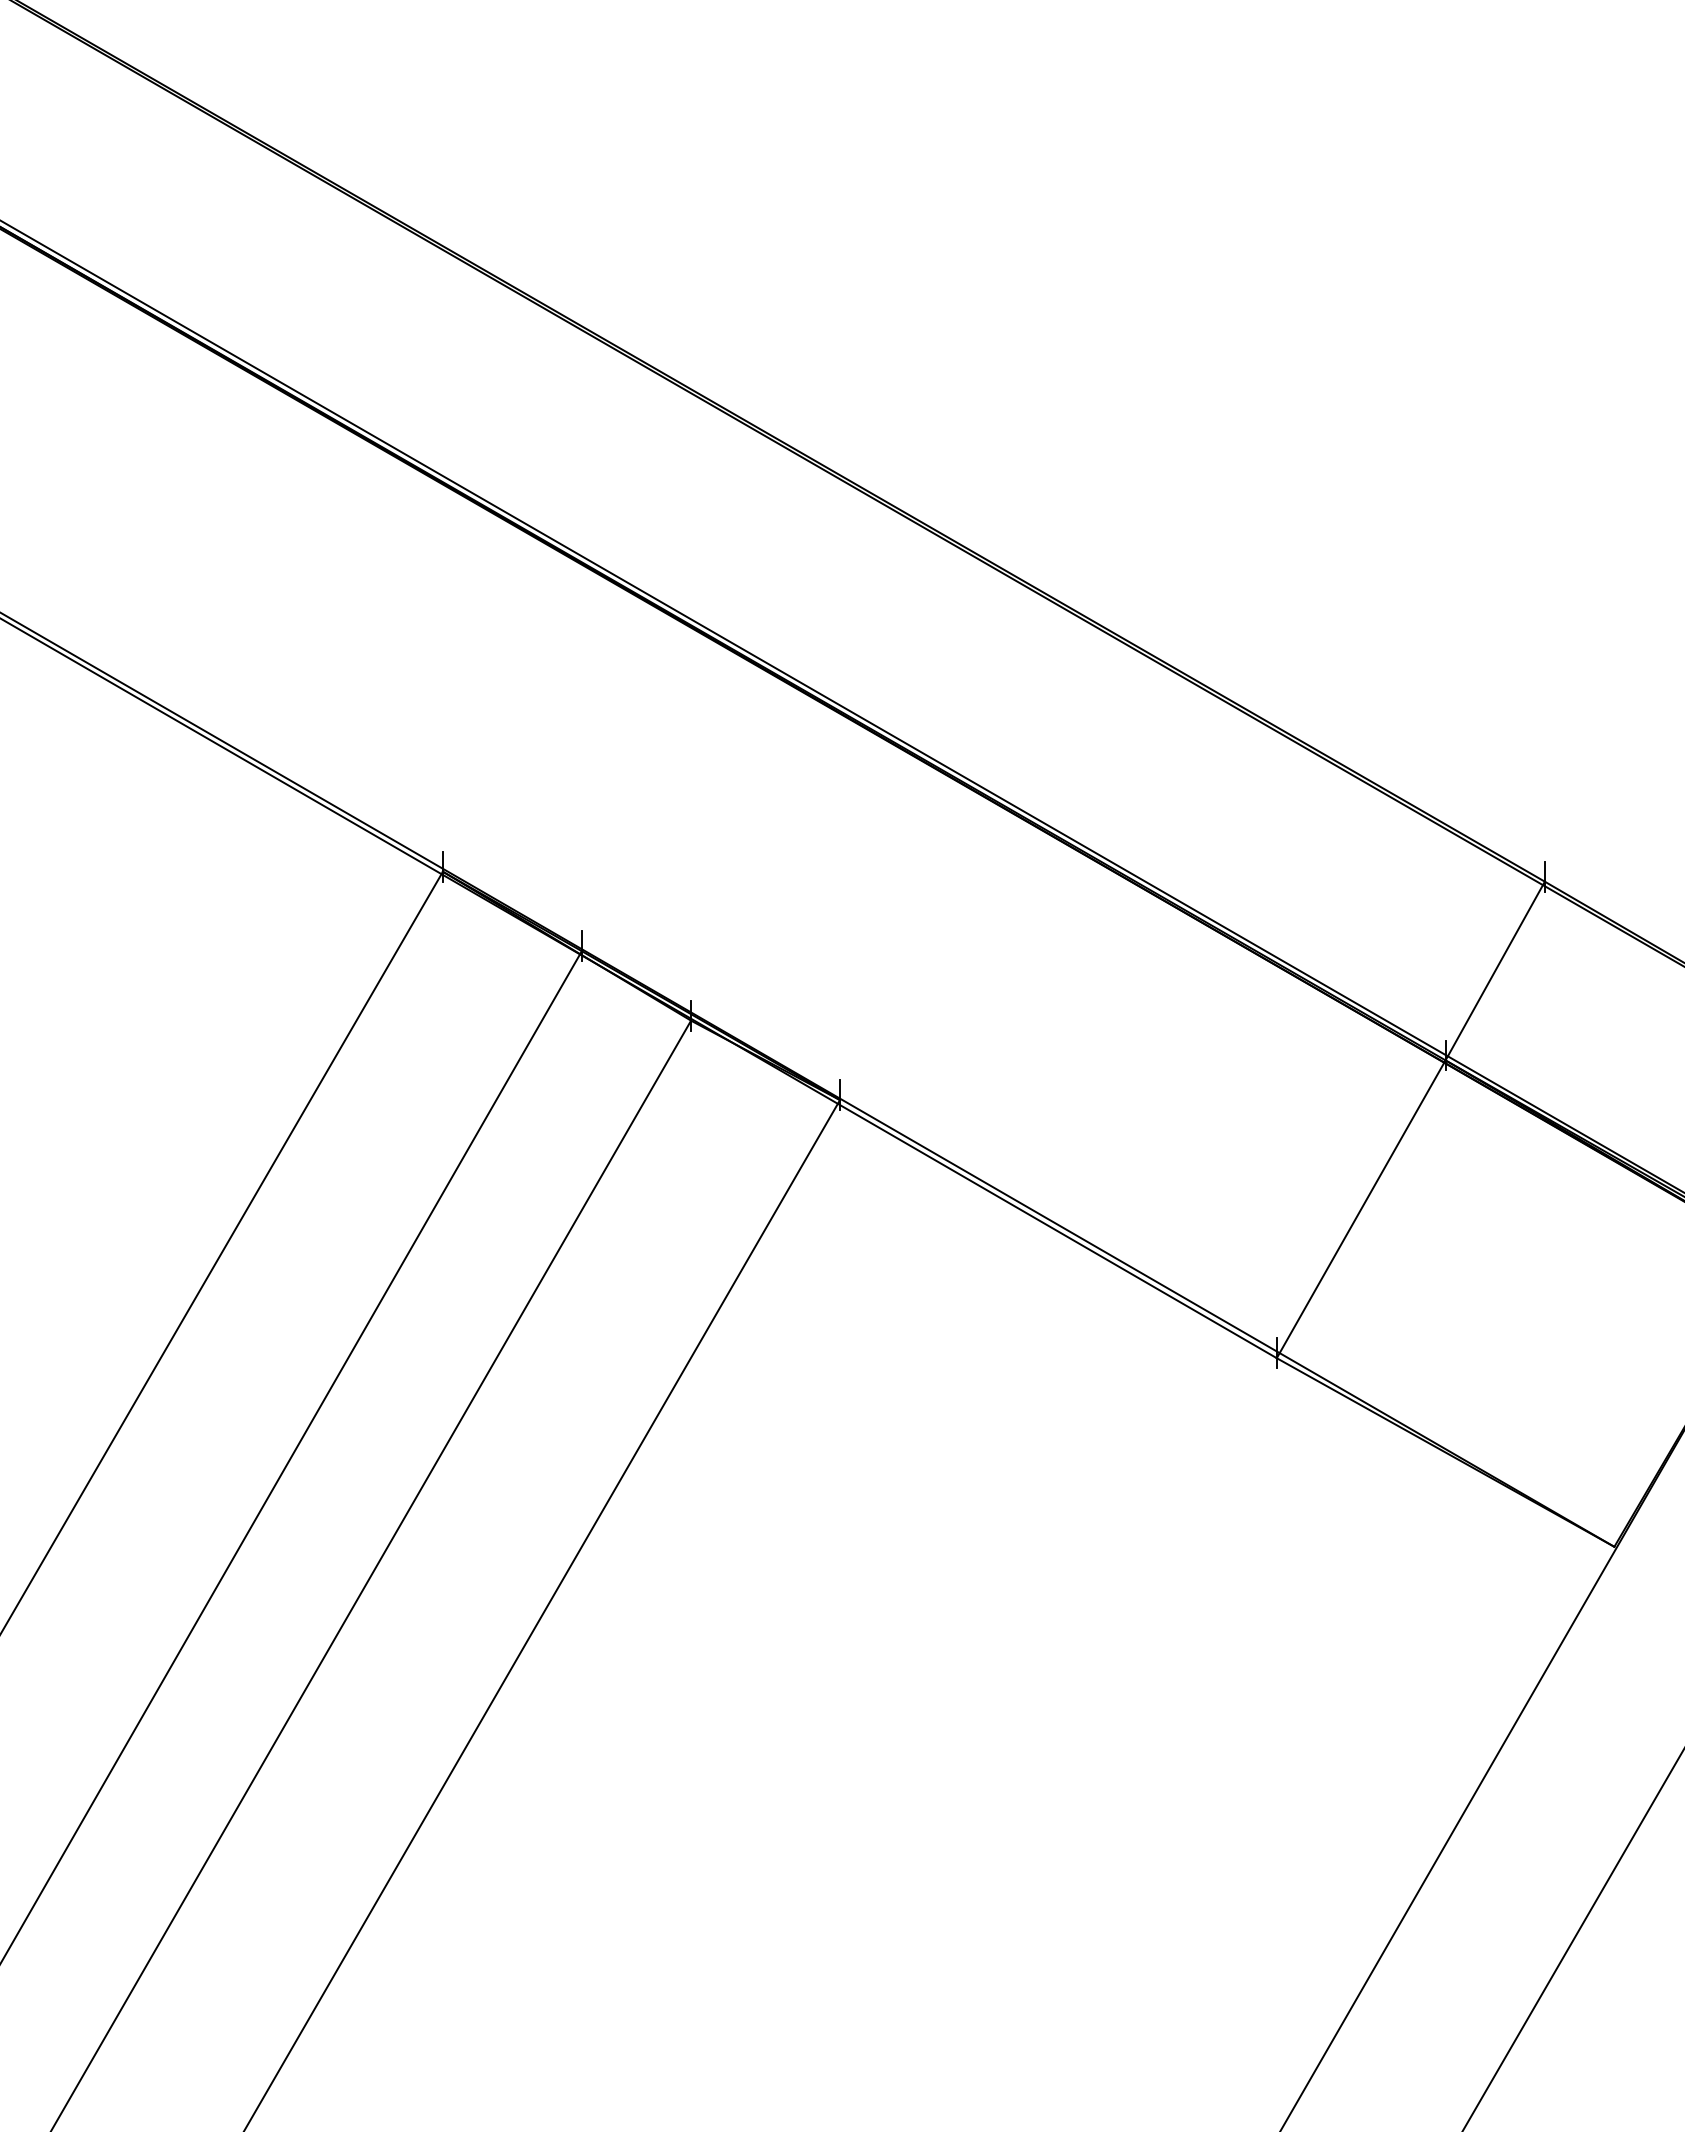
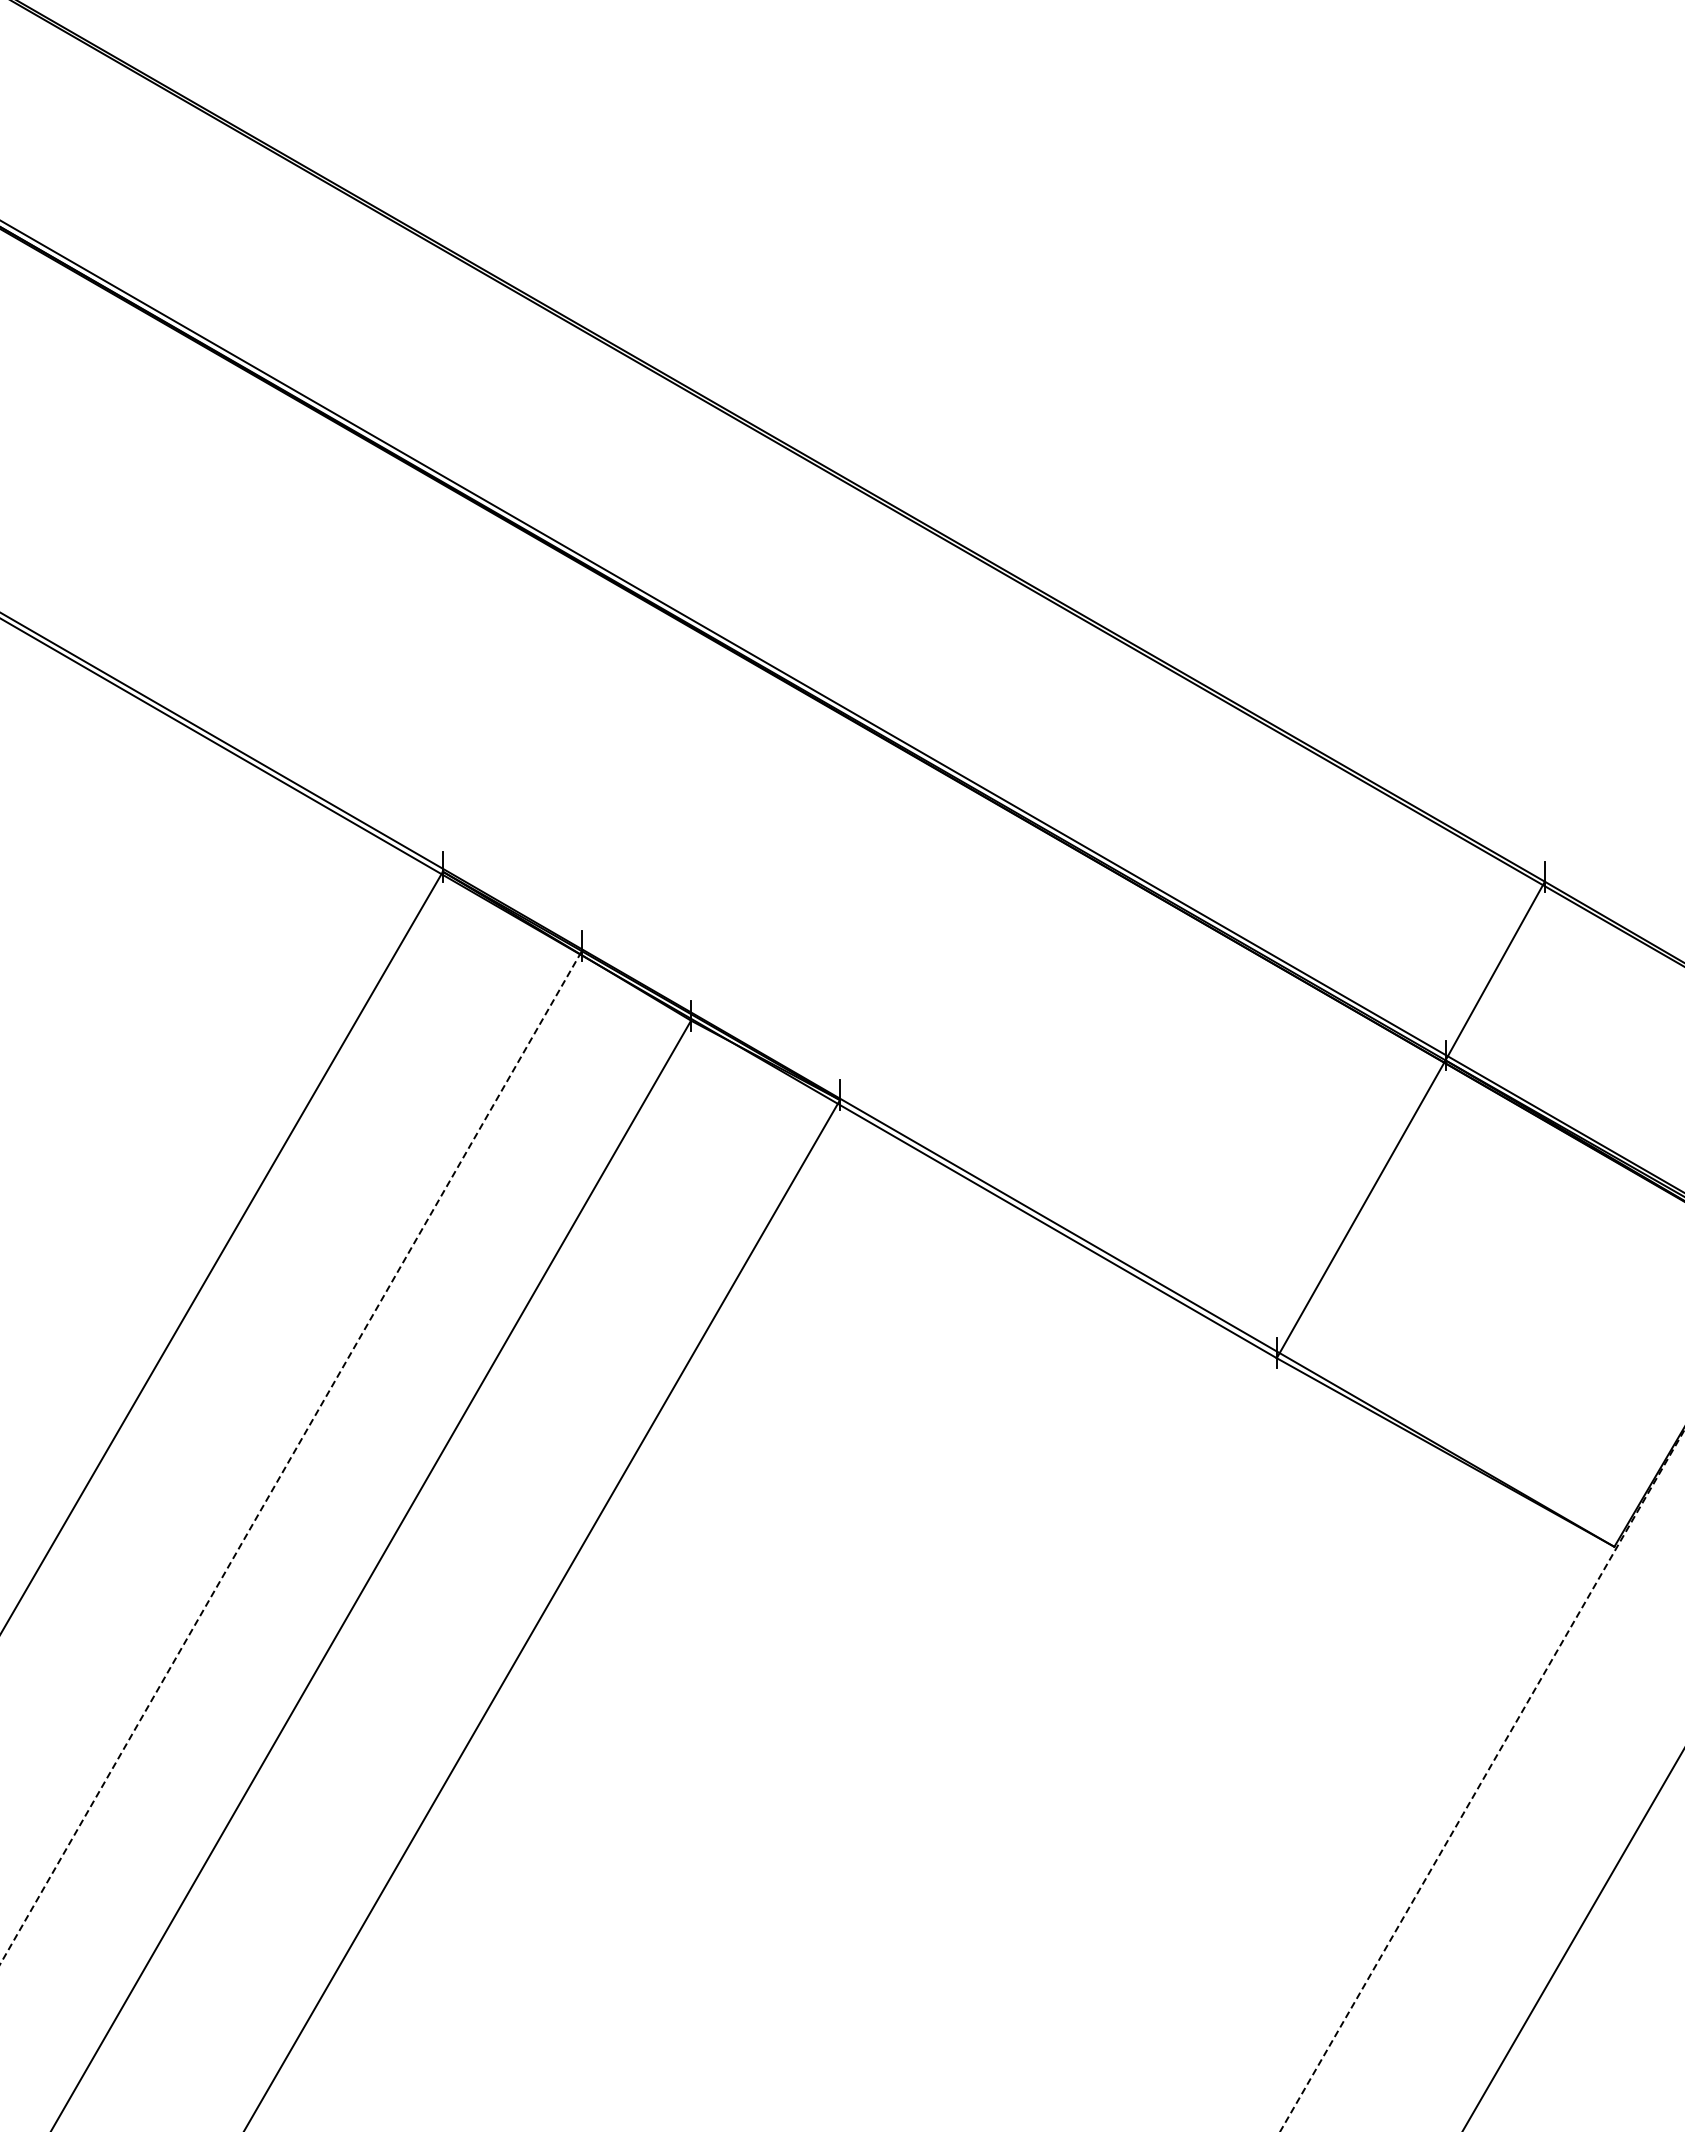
line at (291, 1457): solid -> dashed
line at (1482, 1780): solid -> dashed
